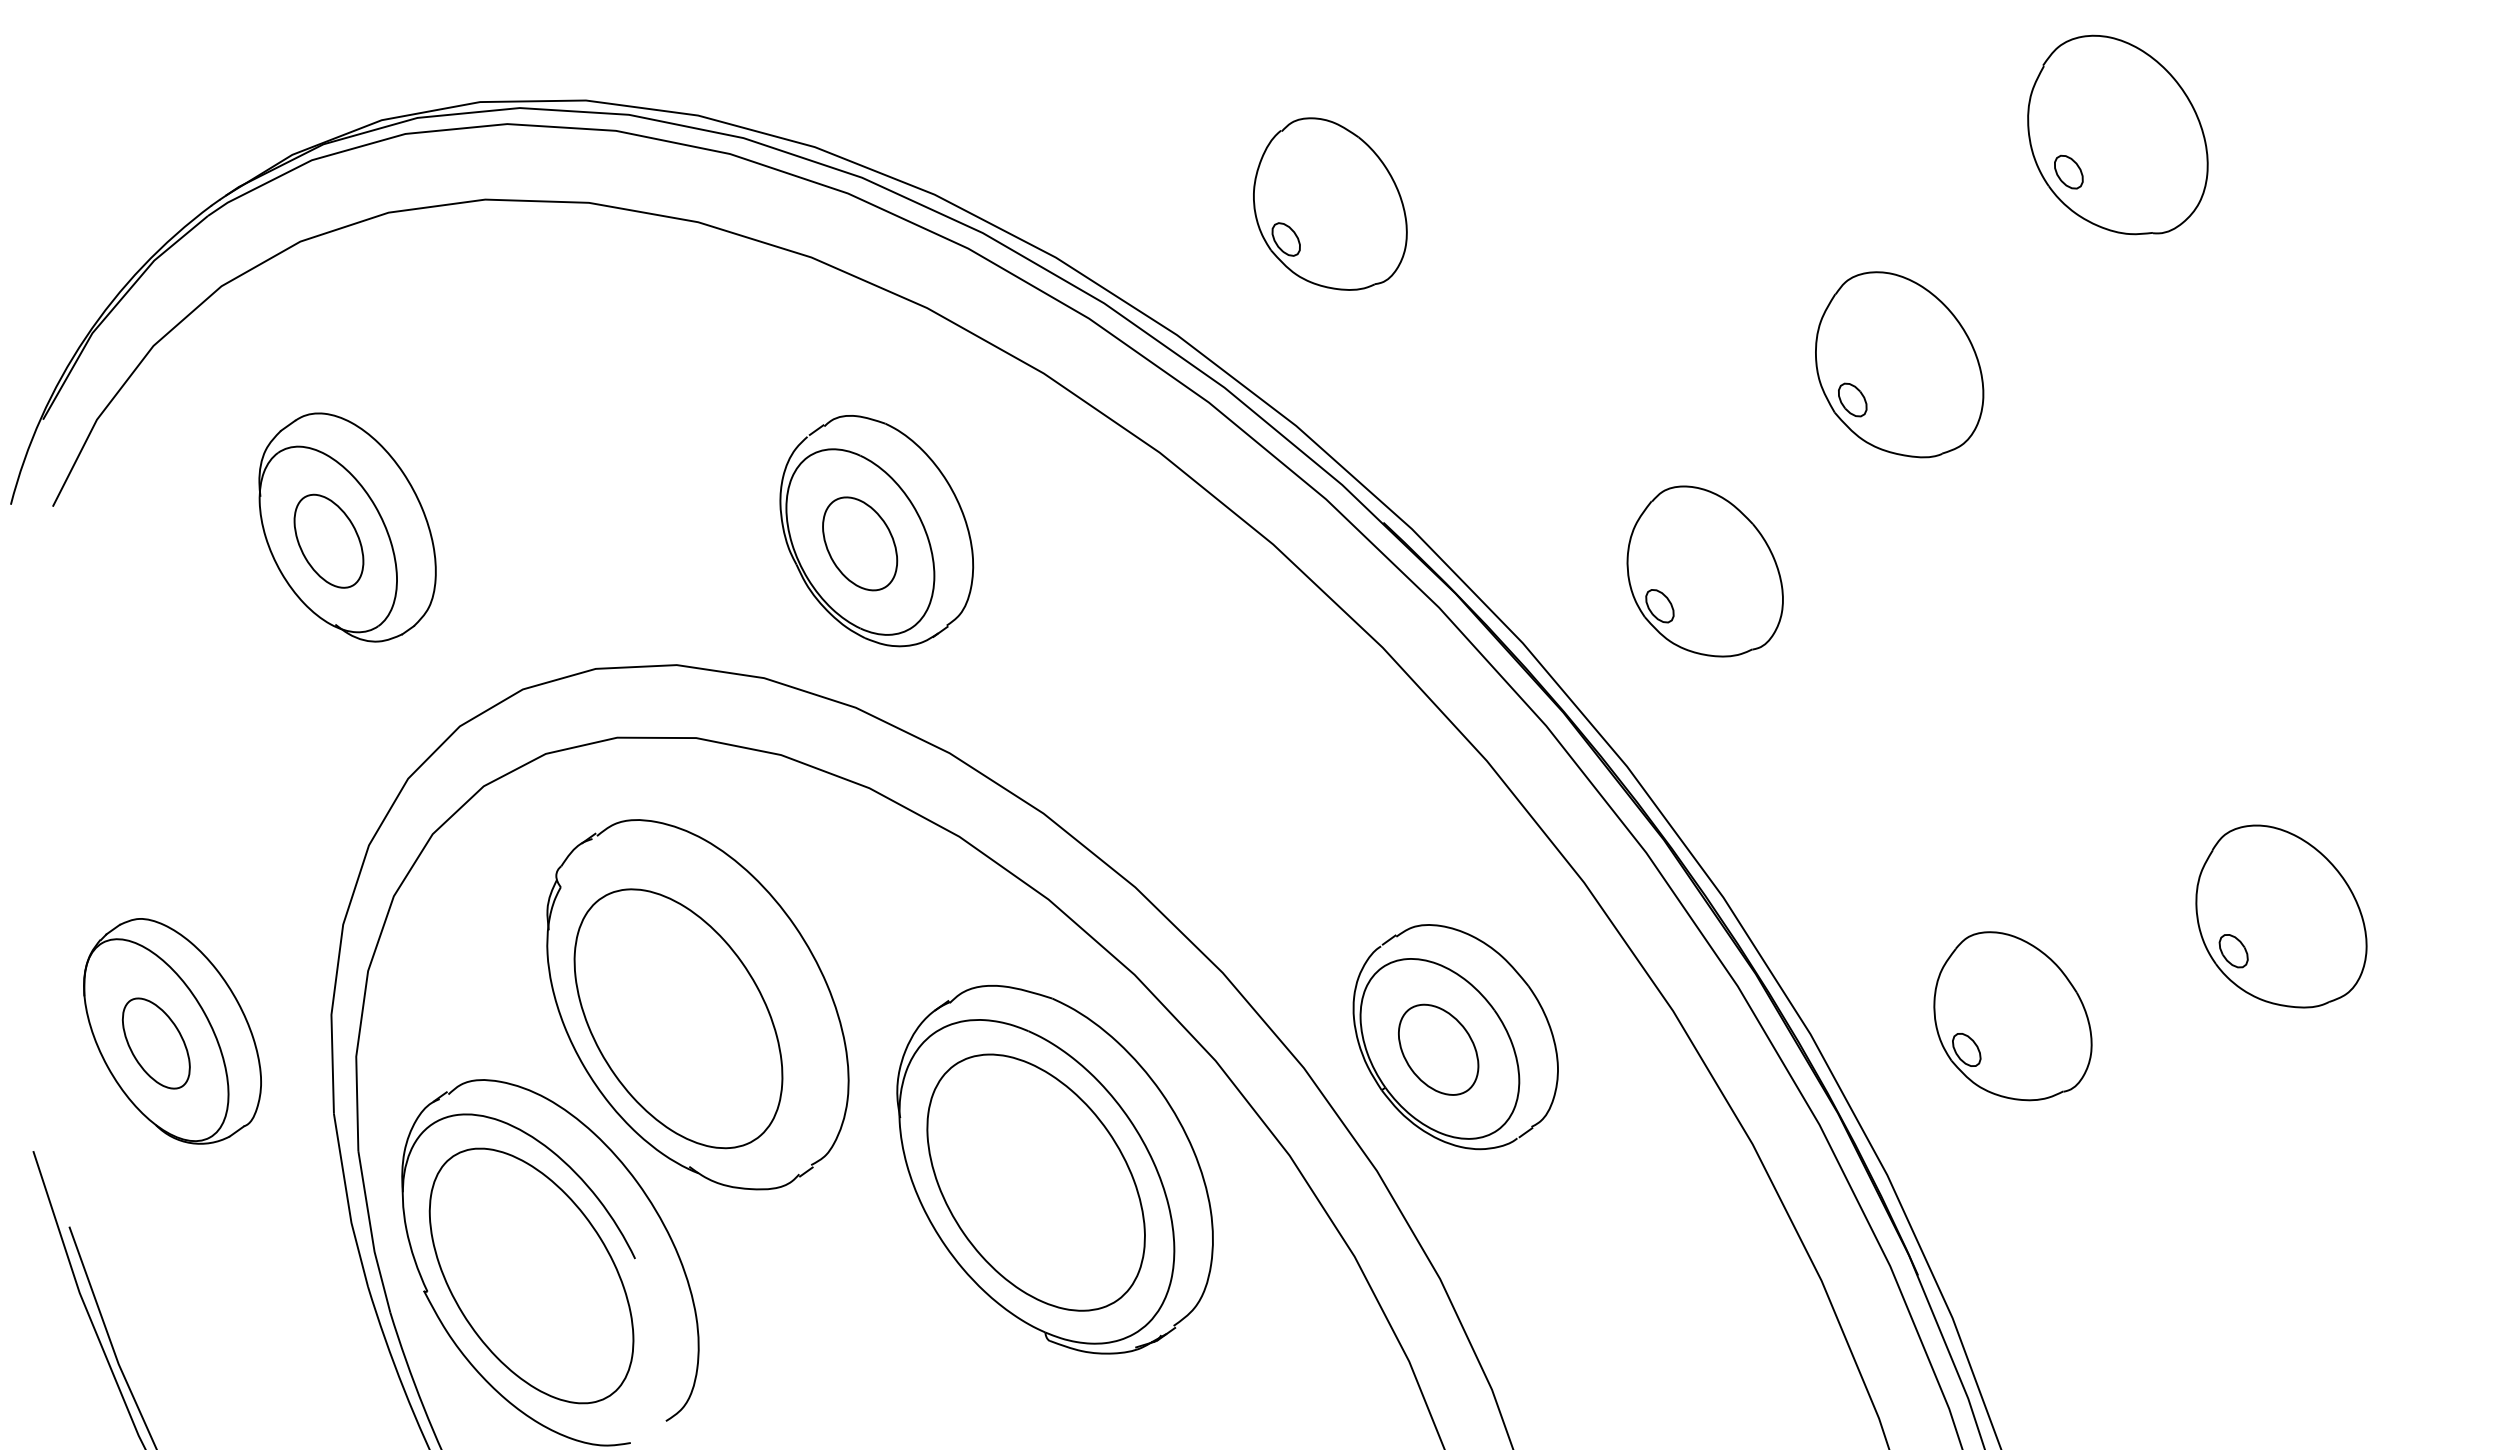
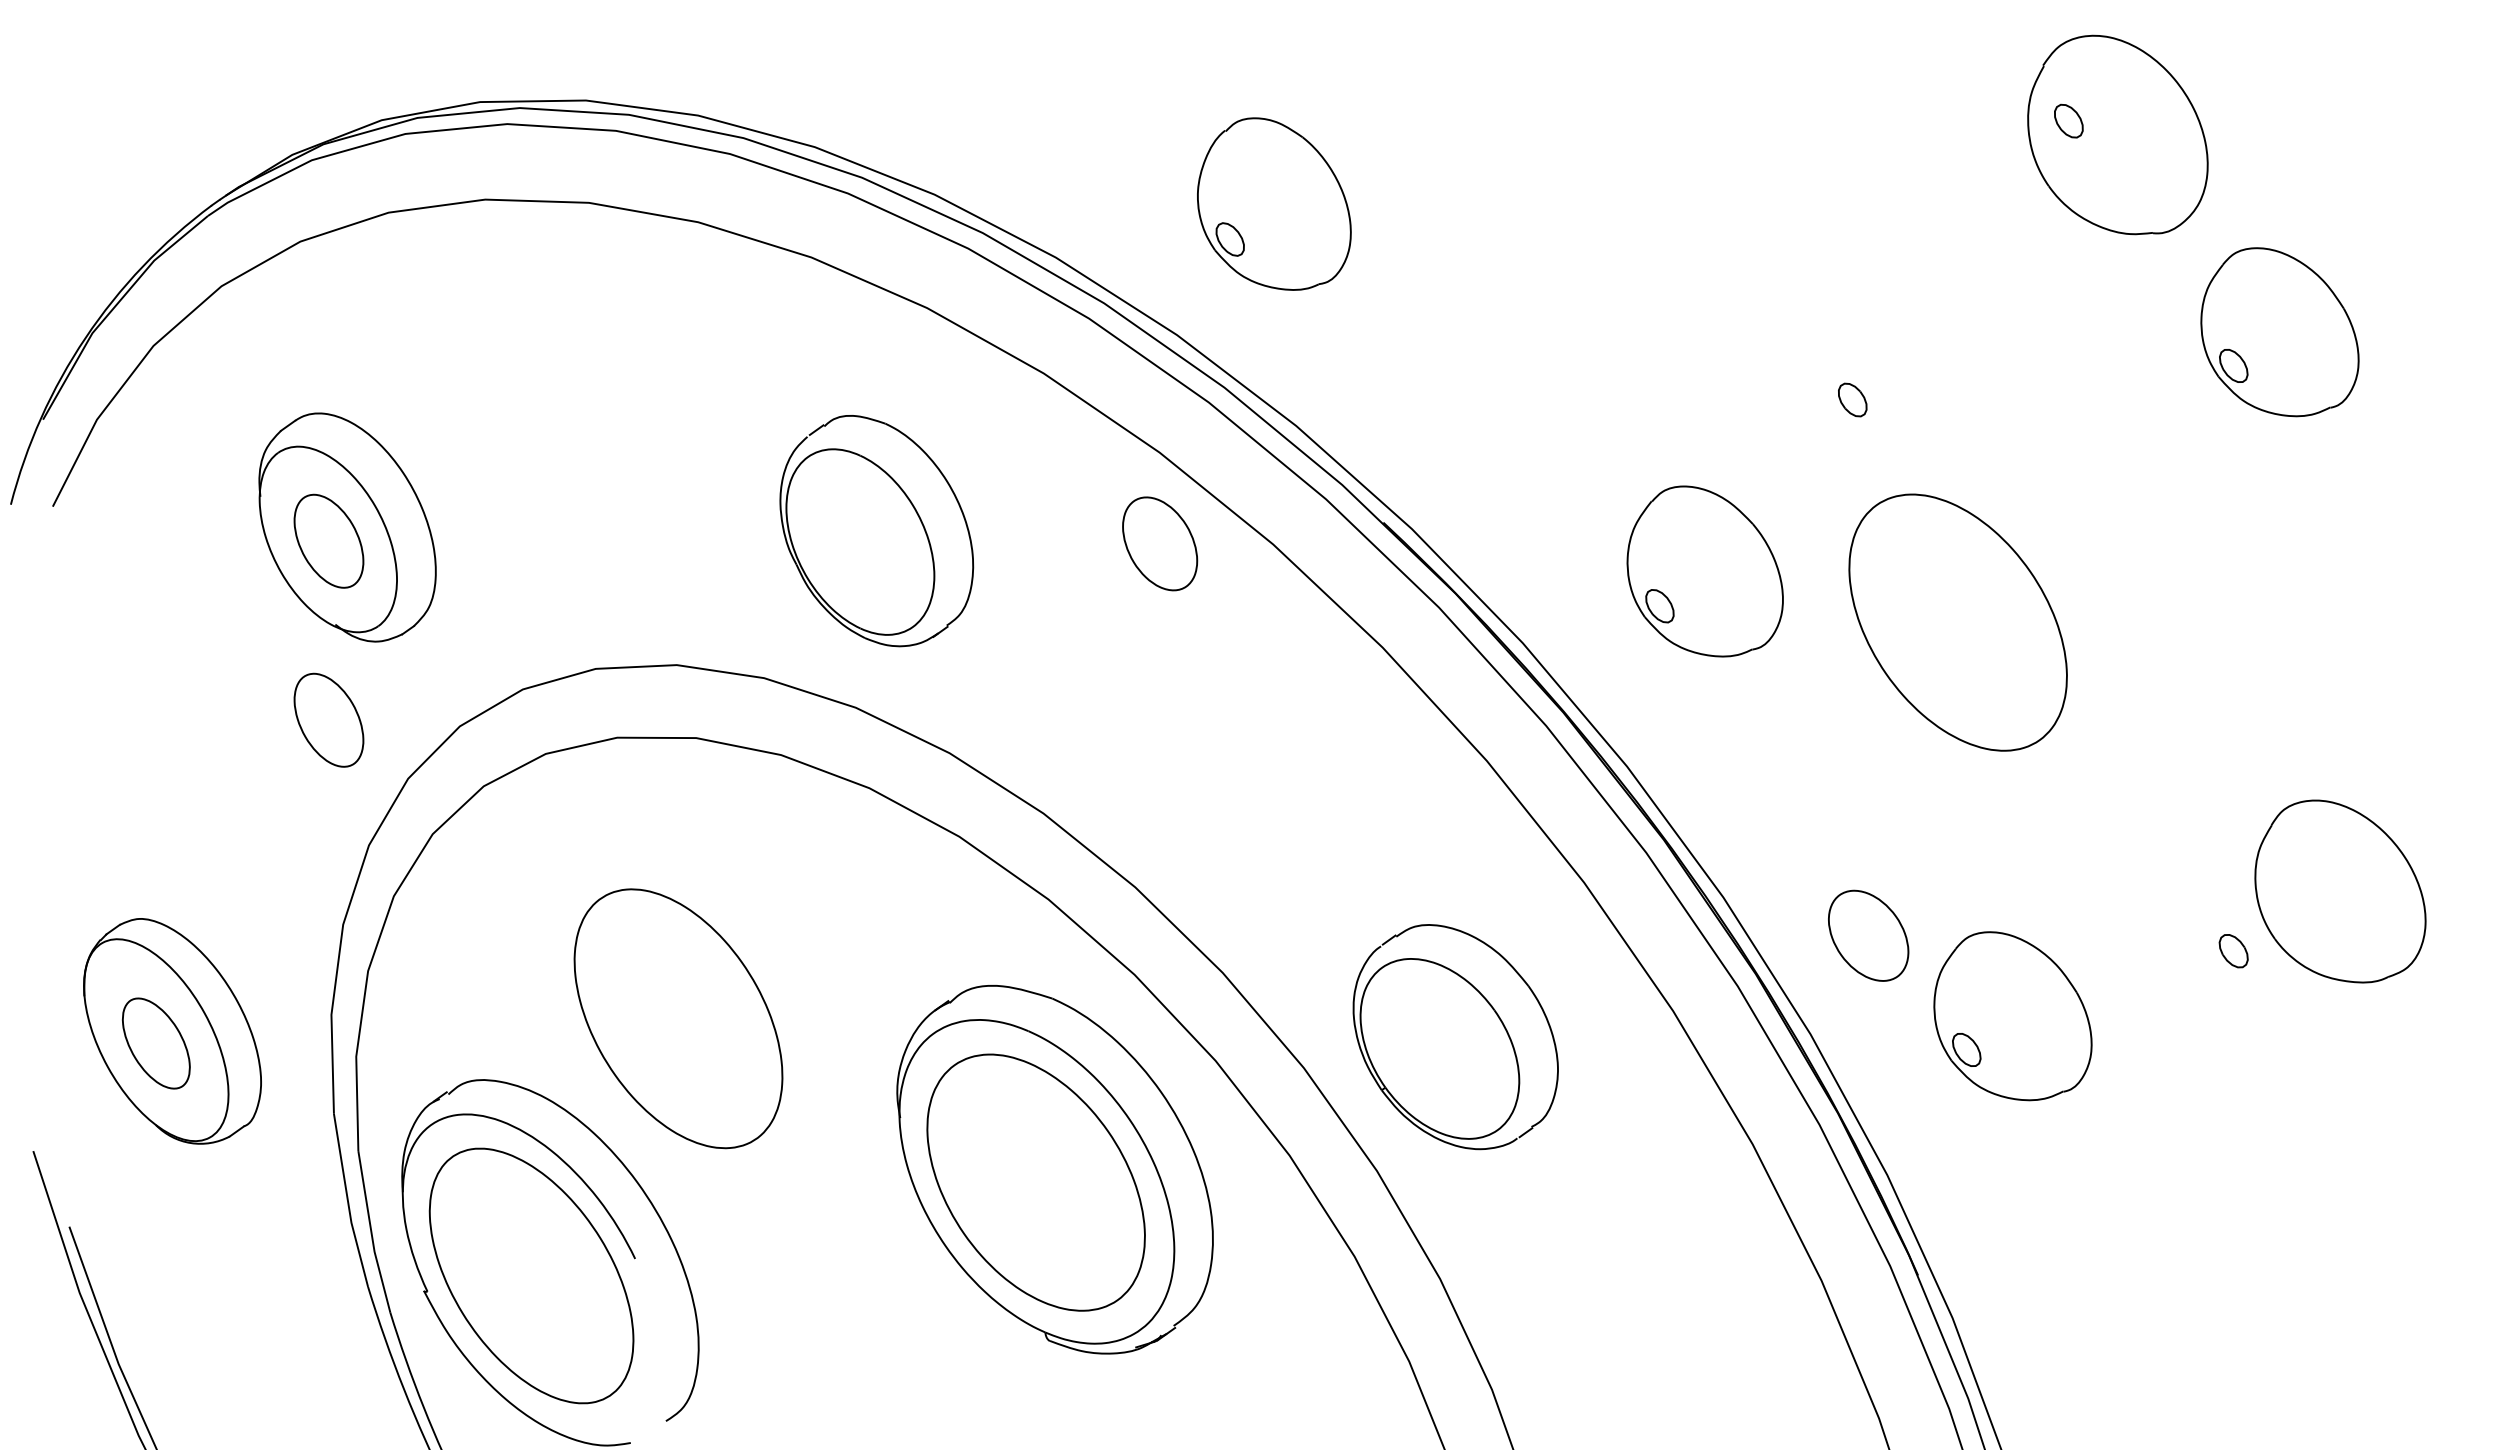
part at (2068, 171) position: (2068, 171) -> (2068, 120)
part at (1330, 203) position: (1330, 203) -> (1274, 203)
part at (2279, 332): none -> present
part at (1899, 364): present -> none
part at (860, 543) position: (860, 543) -> (1160, 543)
part at (1957, 622): none -> present
part at (328, 719): none -> present
part at (2281, 916) position: (2281, 916) -> (2340, 891)
part at (697, 1004): present -> none
part at (1438, 1049) position: (1438, 1049) -> (1868, 935)
